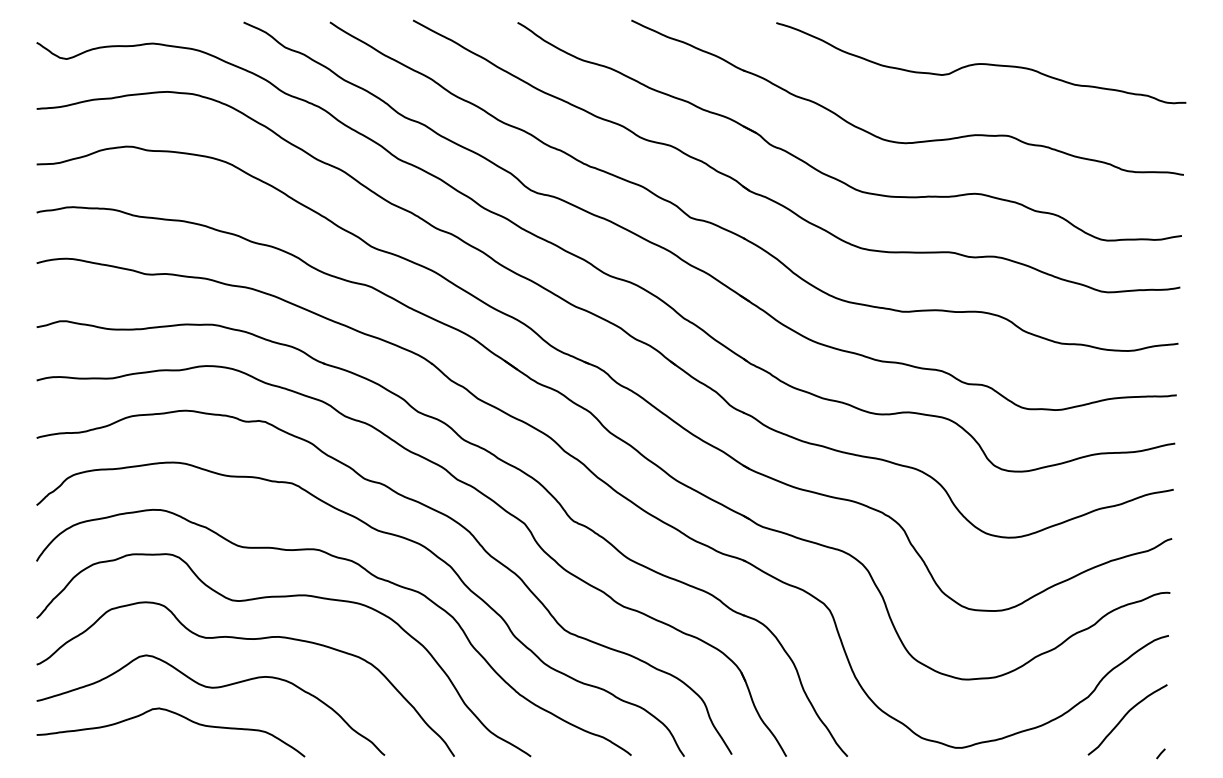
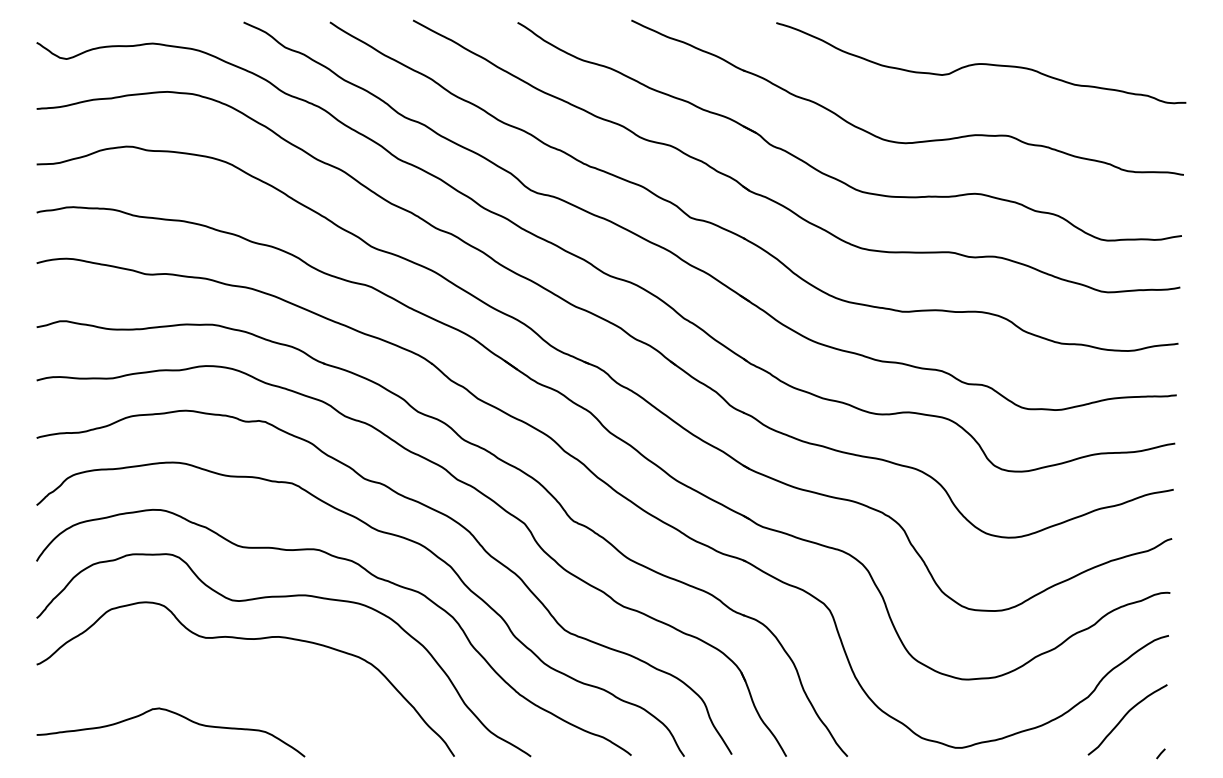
curve at (210, 688): present -> none
